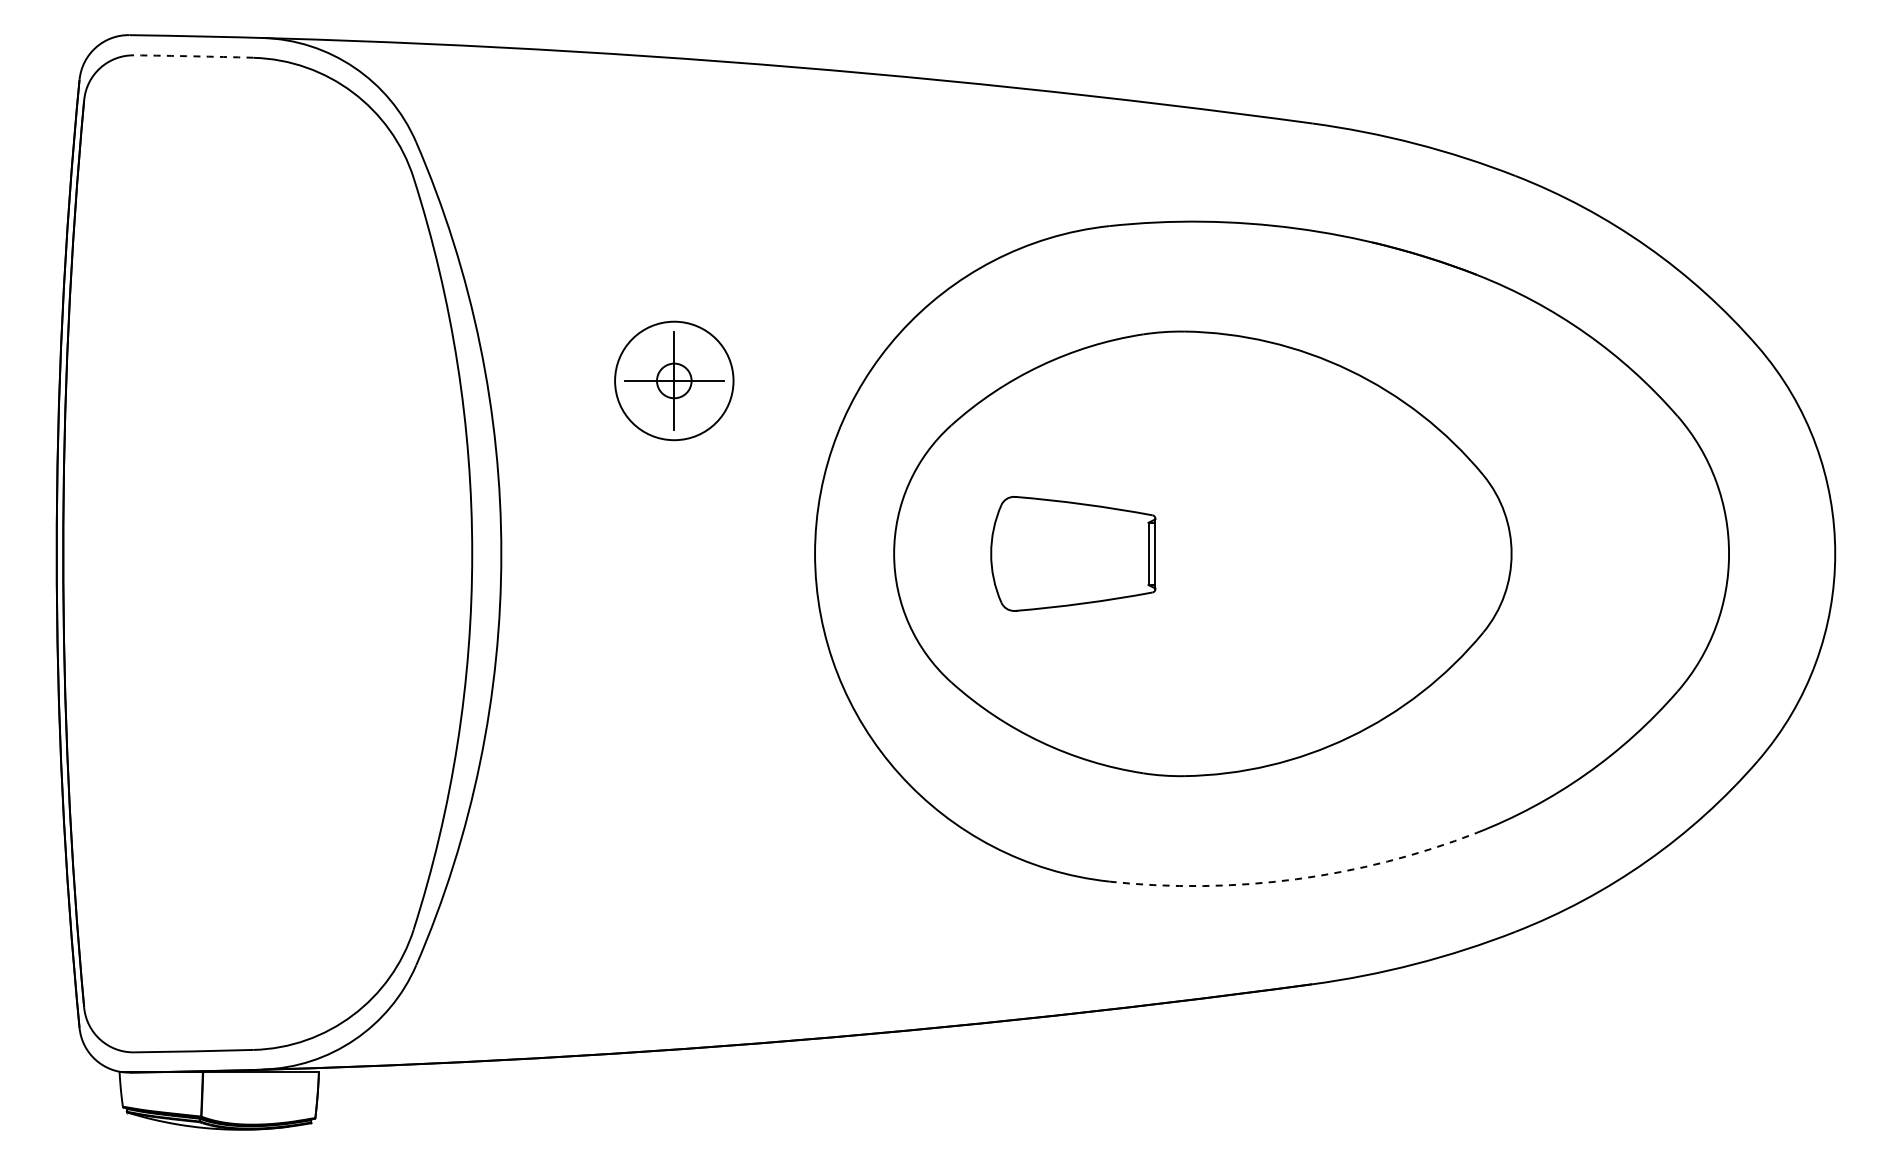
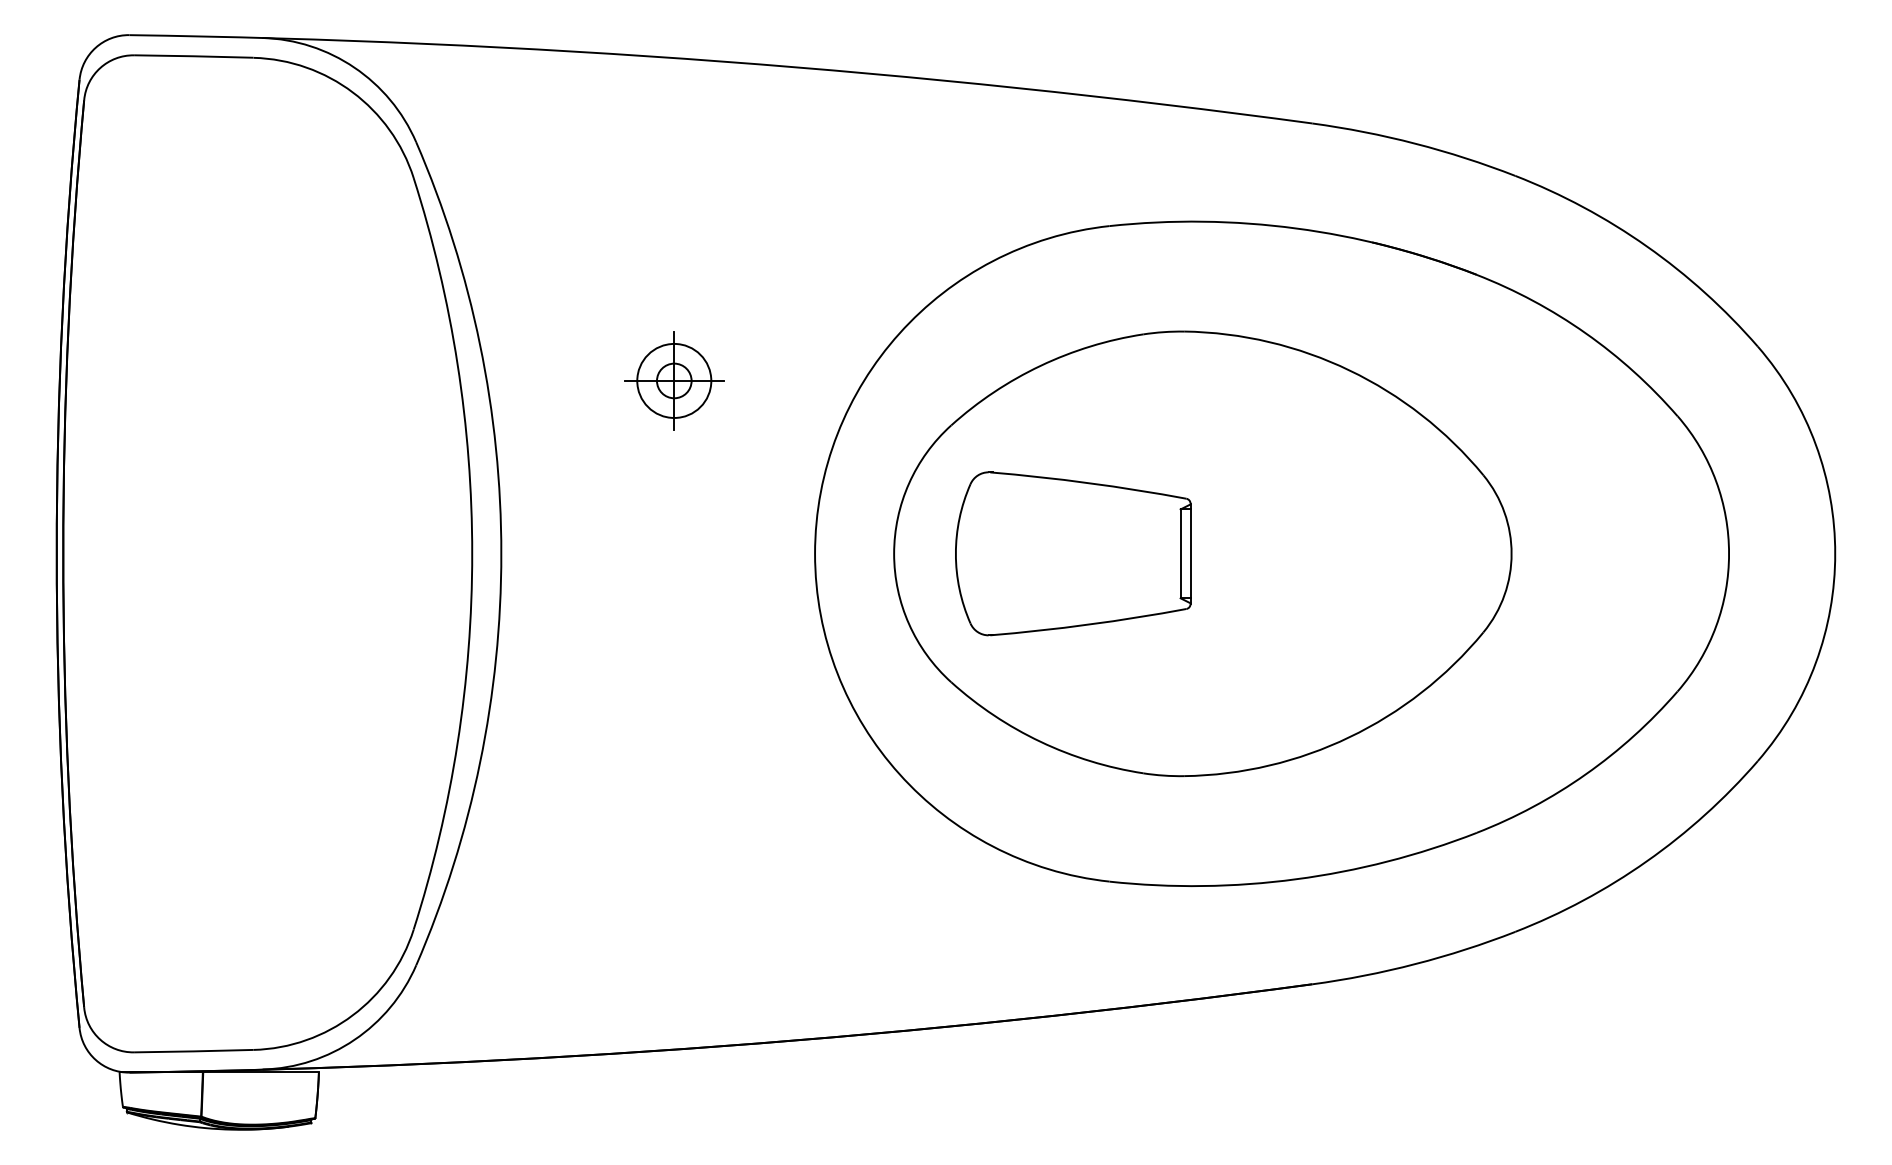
arc at (193, 56): dashed -> solid
circle at (674, 380) diameter: 118 px -> 74 px
part at (1073, 553) size: 167x116 px -> 237x166 px
arc at (1296, 879): dashed -> solid
